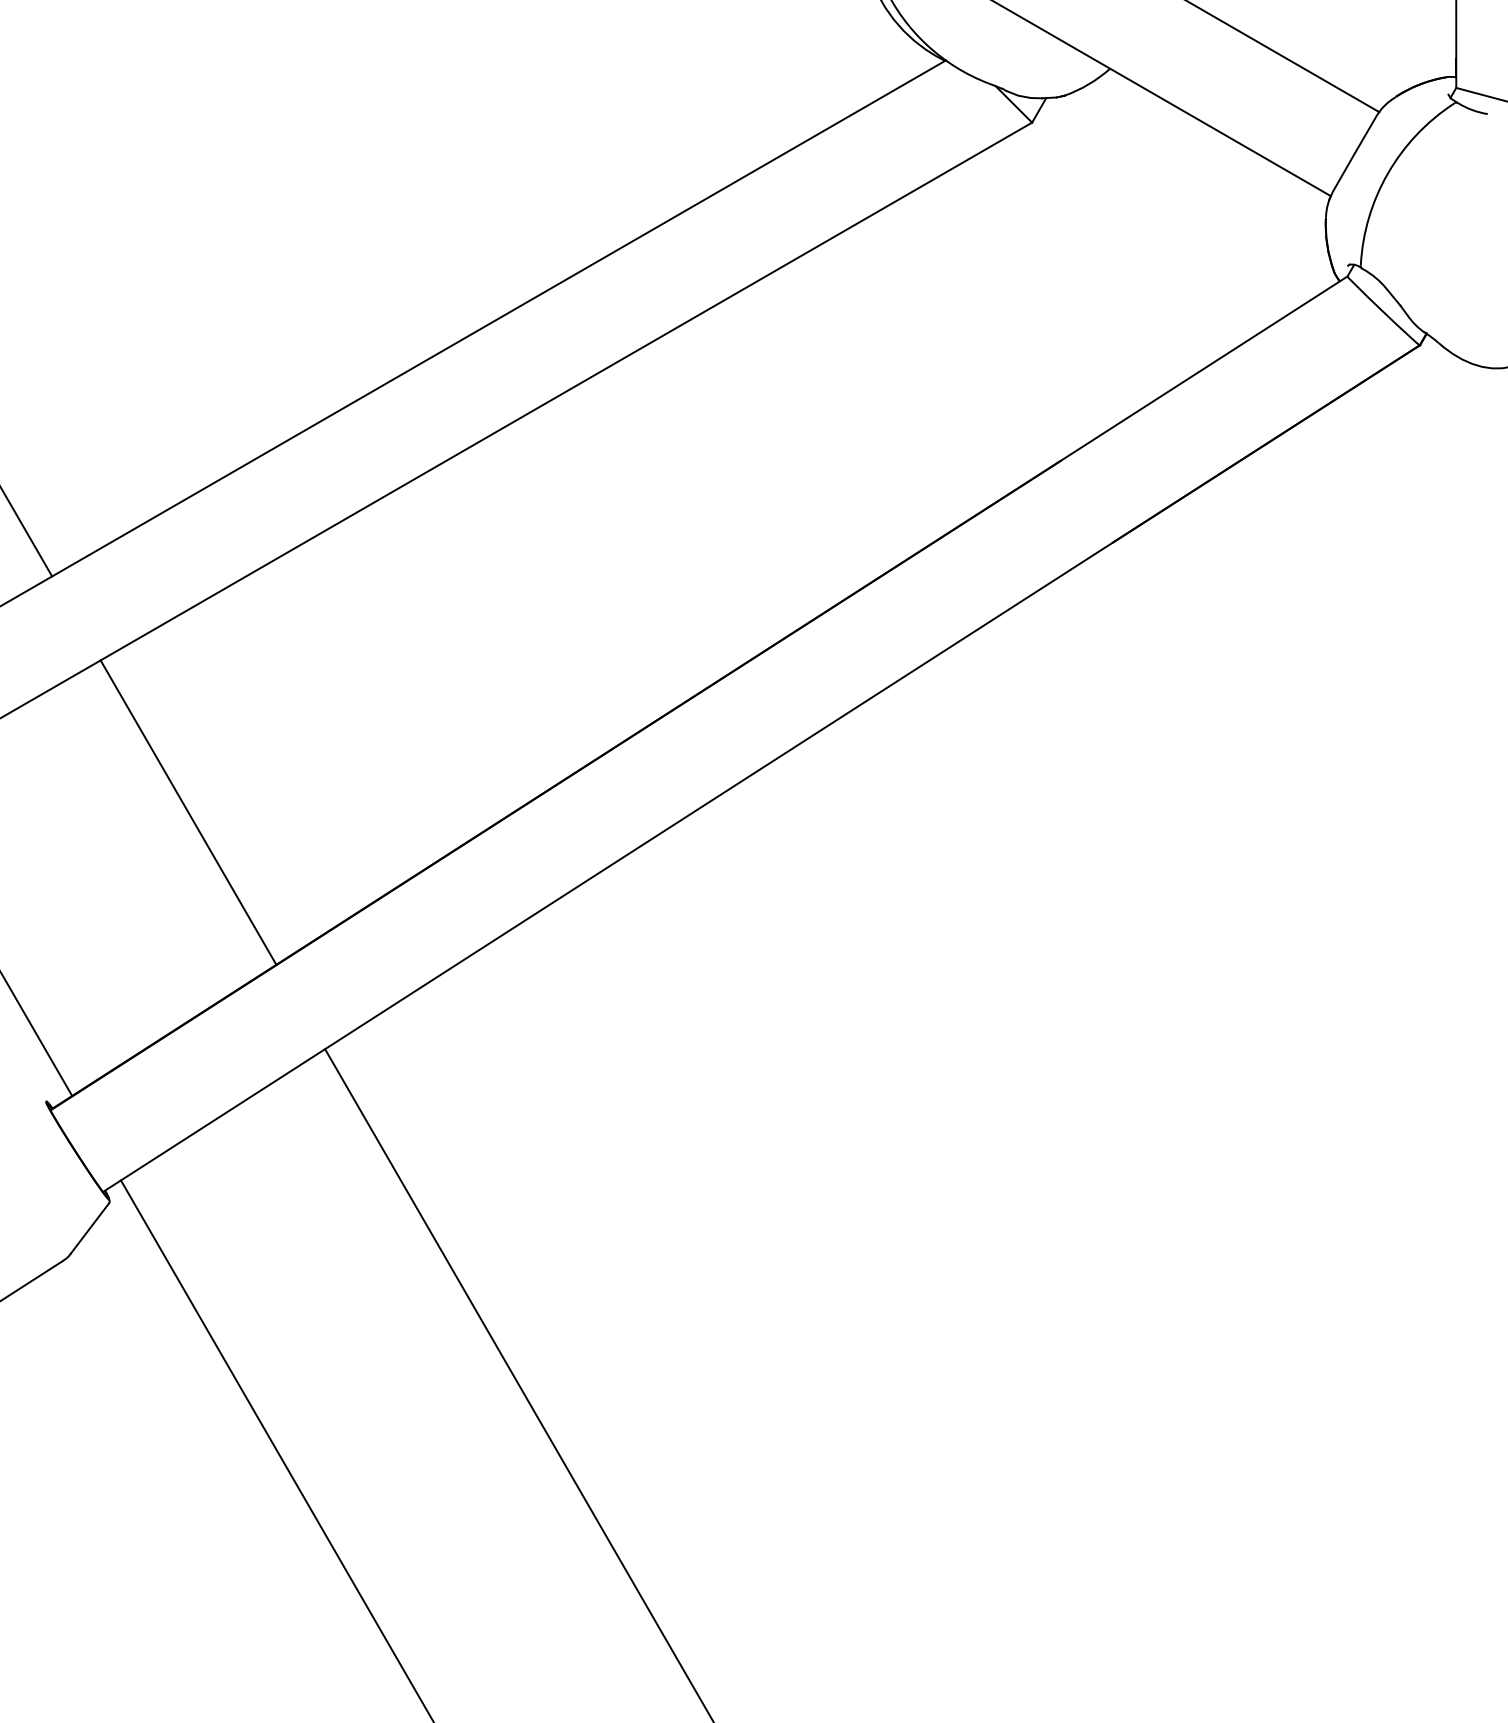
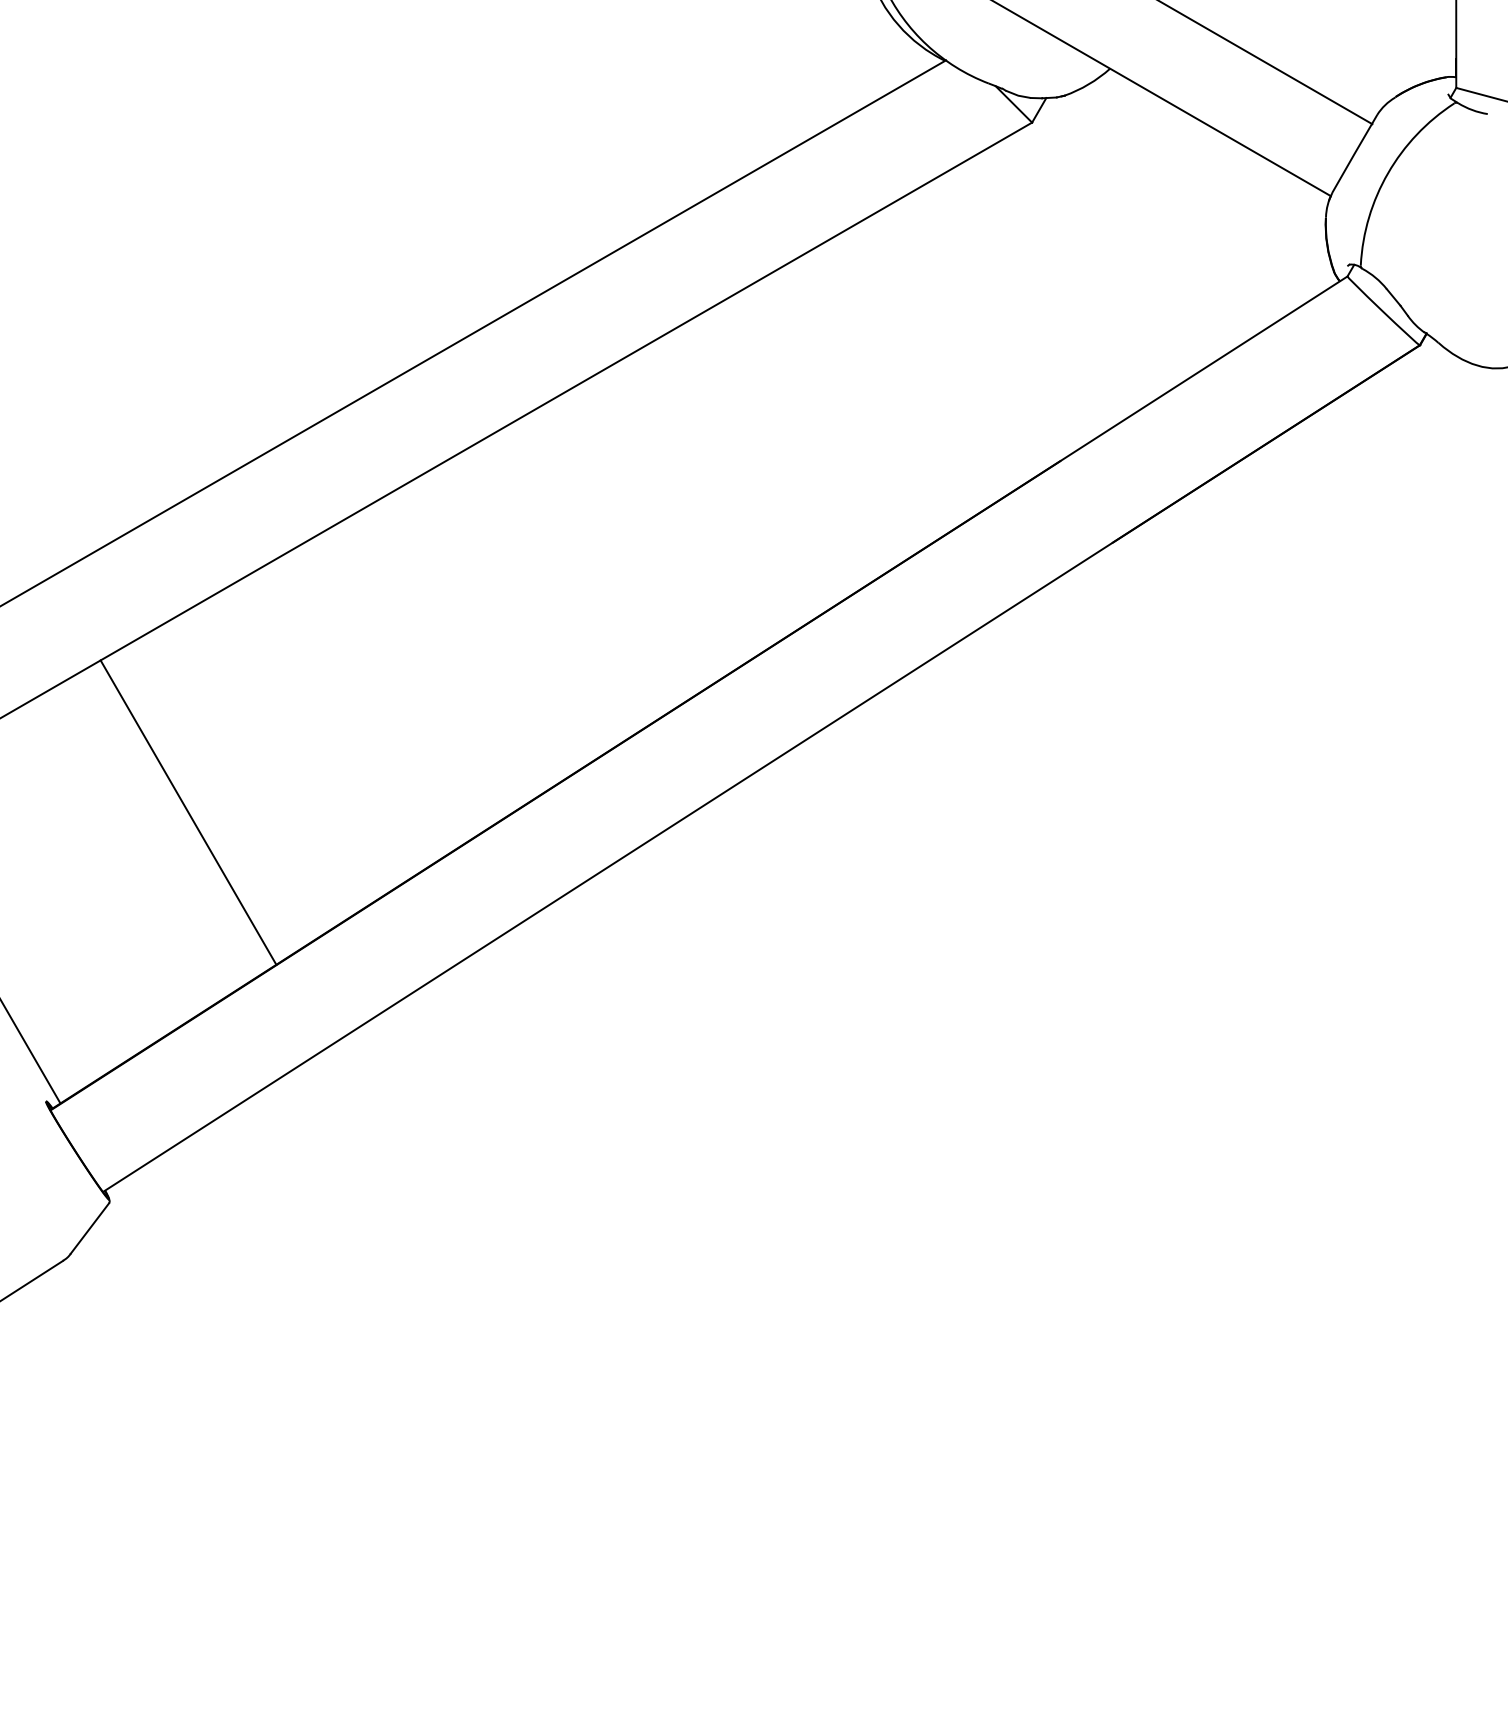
line at (1283, 57) position: (1283, 57) -> (1266, 63)
line at (27, 532): present -> none
line at (37, 1034) position: (37, 1034) -> (31, 1052)
line at (518, 1384): present -> none
line at (276, 1449): present -> none
